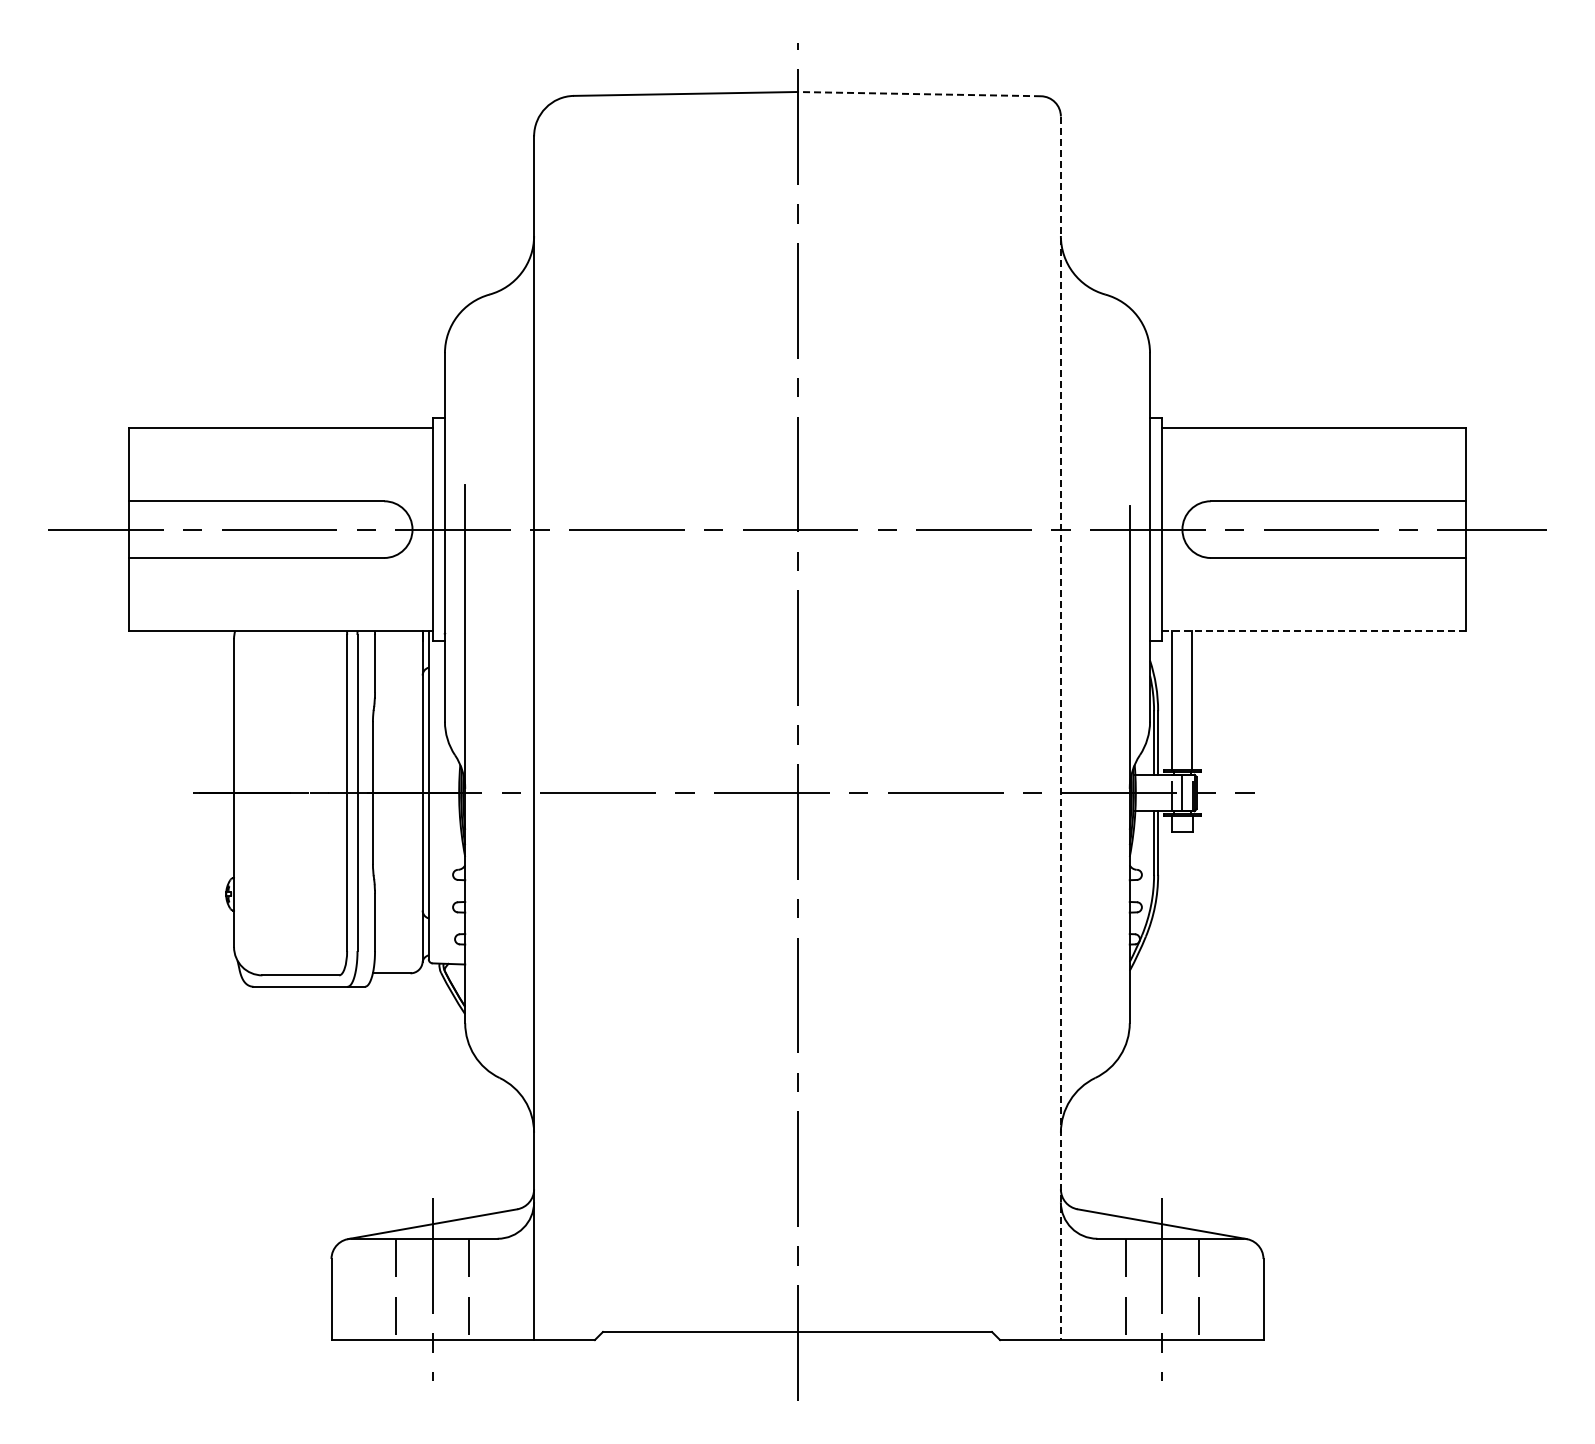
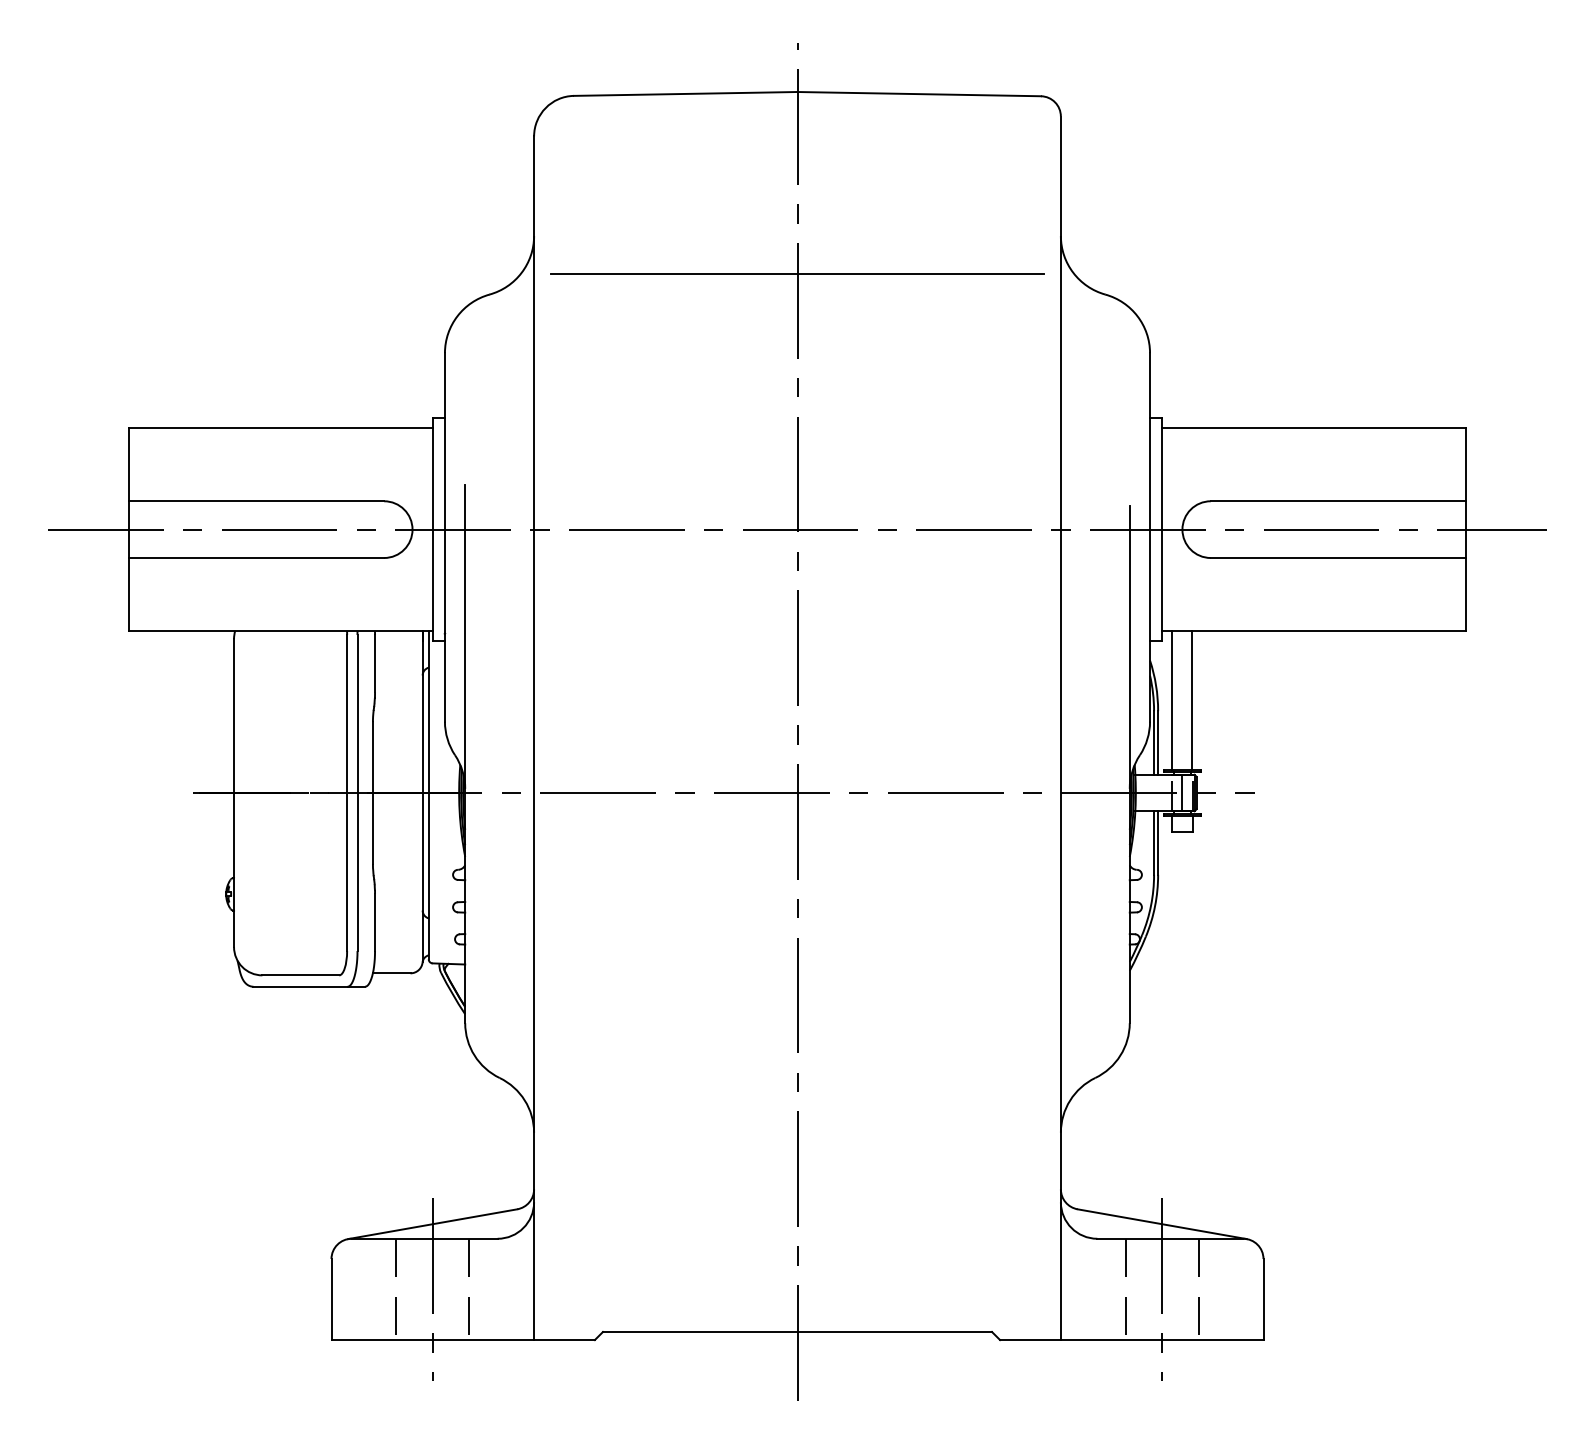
line at (919, 94): dashed -> solid
line at (797, 274): none -> present
line at (1314, 630): dashed -> solid
line at (1060, 728): dashed -> solid
